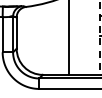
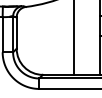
line at (100, 37): dashed -> solid
line at (69, 38) position: (69, 38) -> (74, 38)
